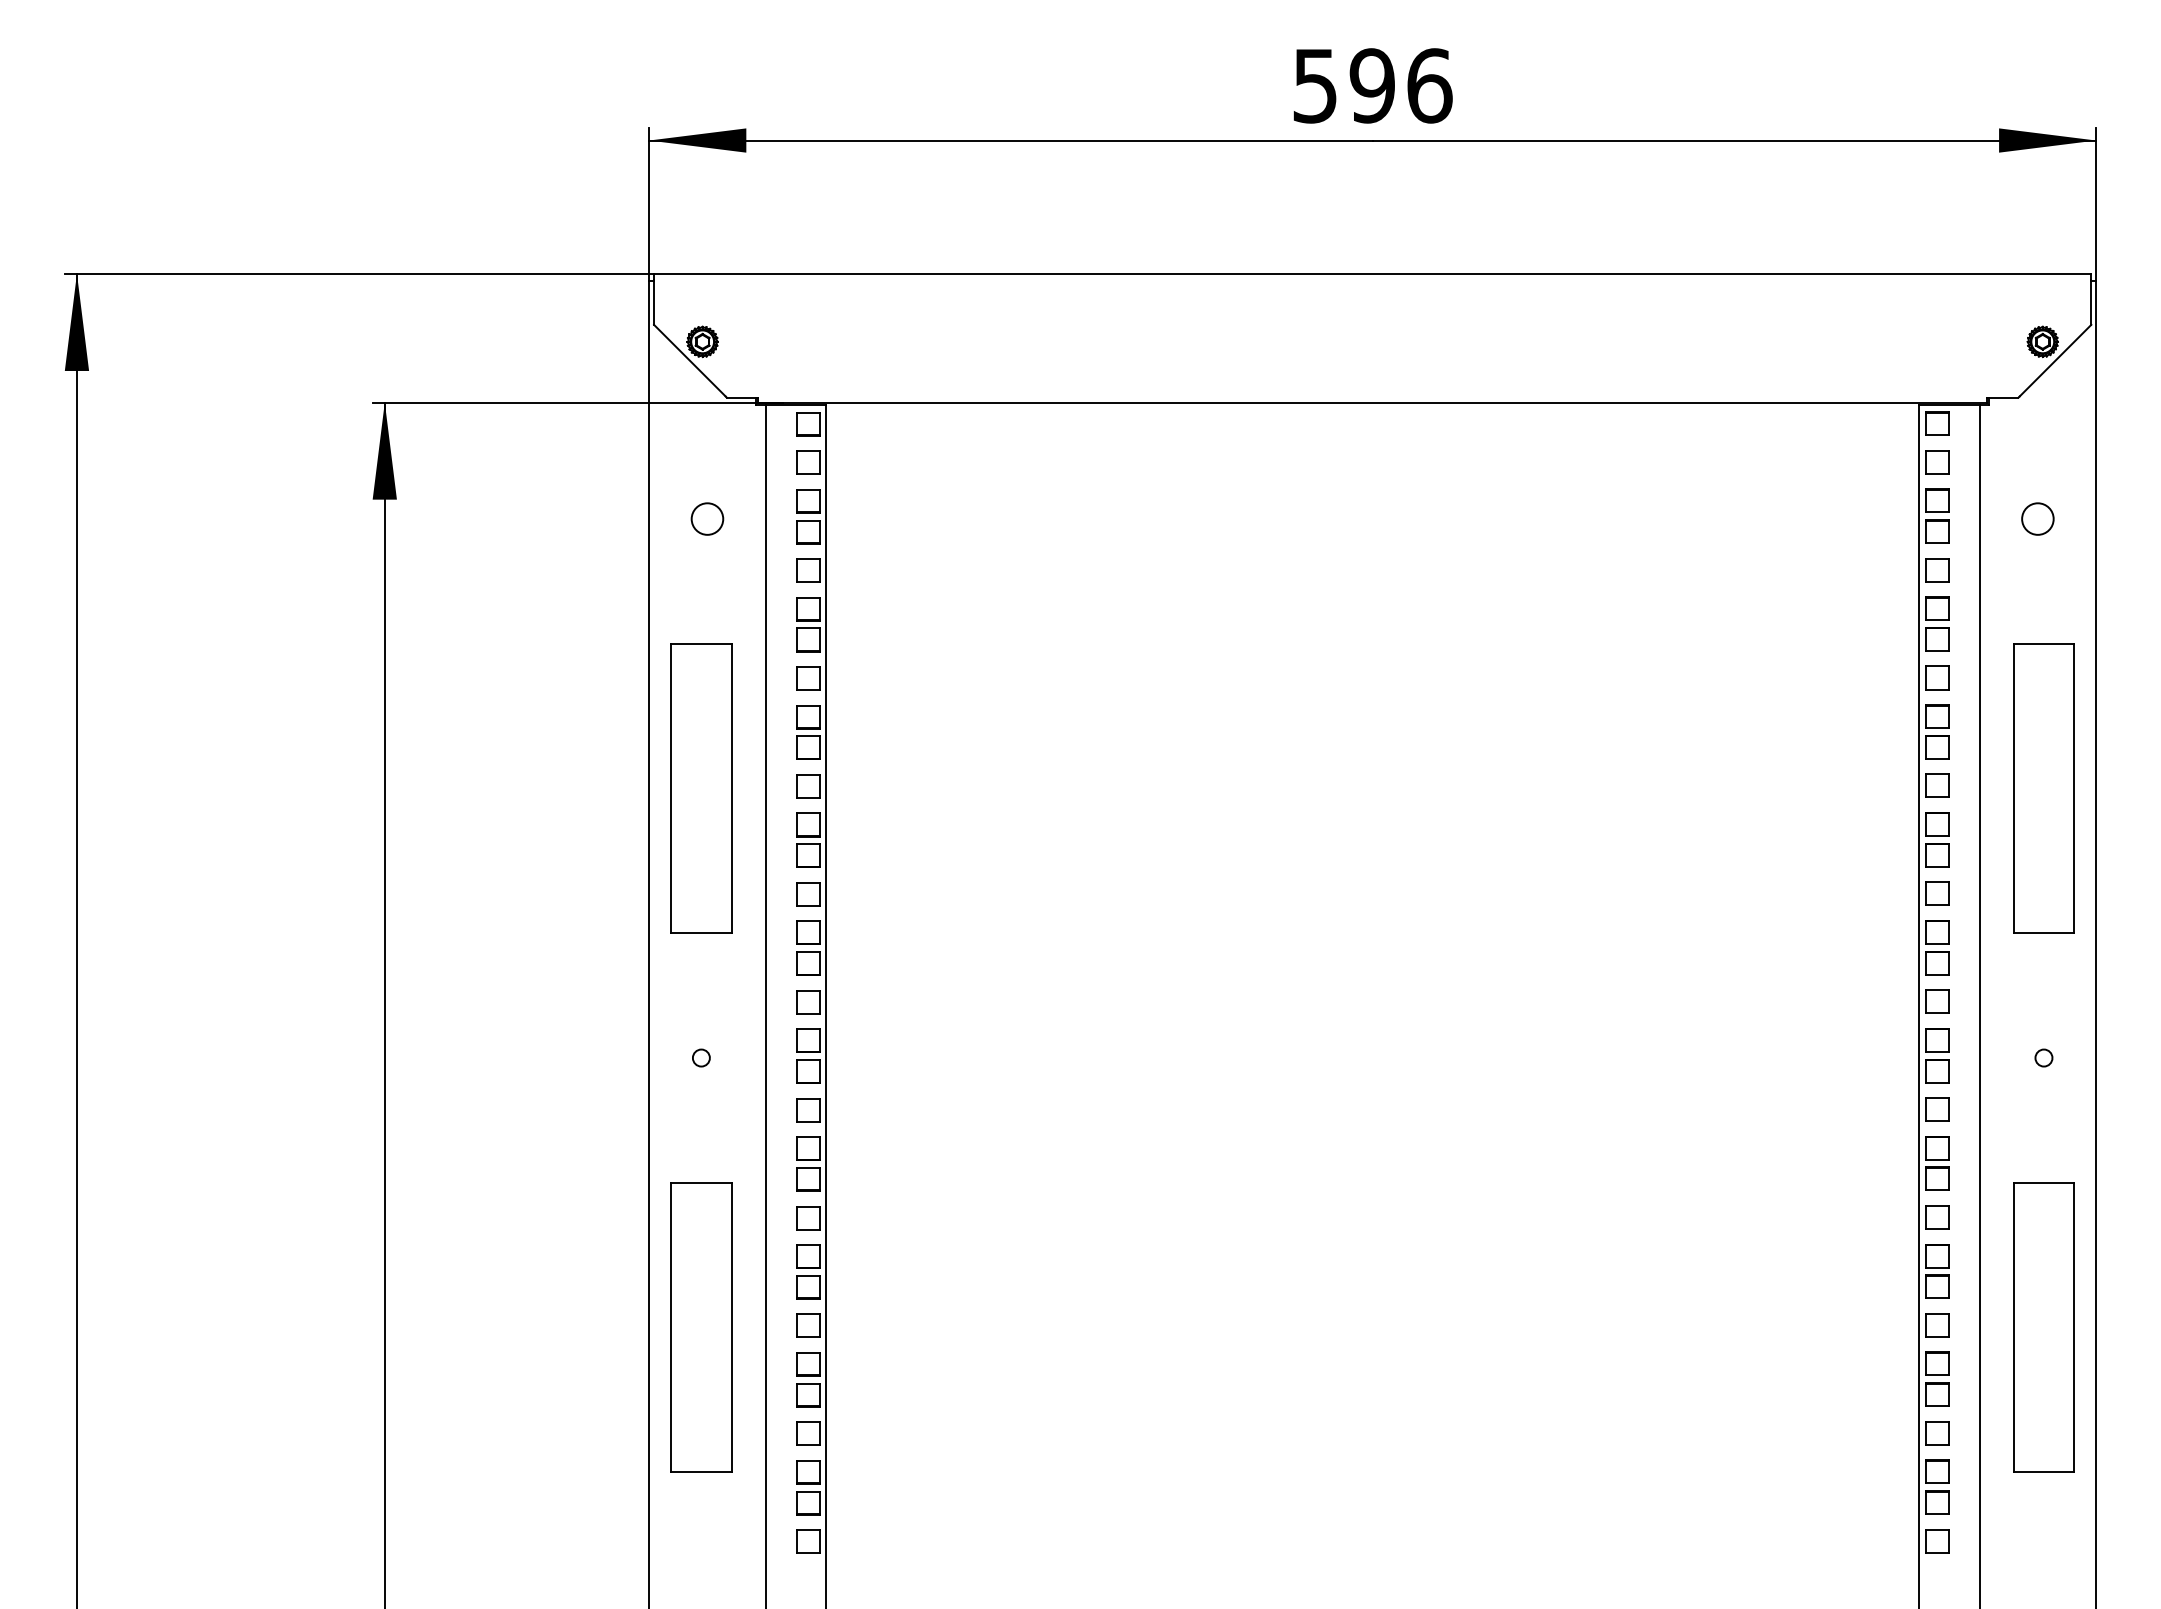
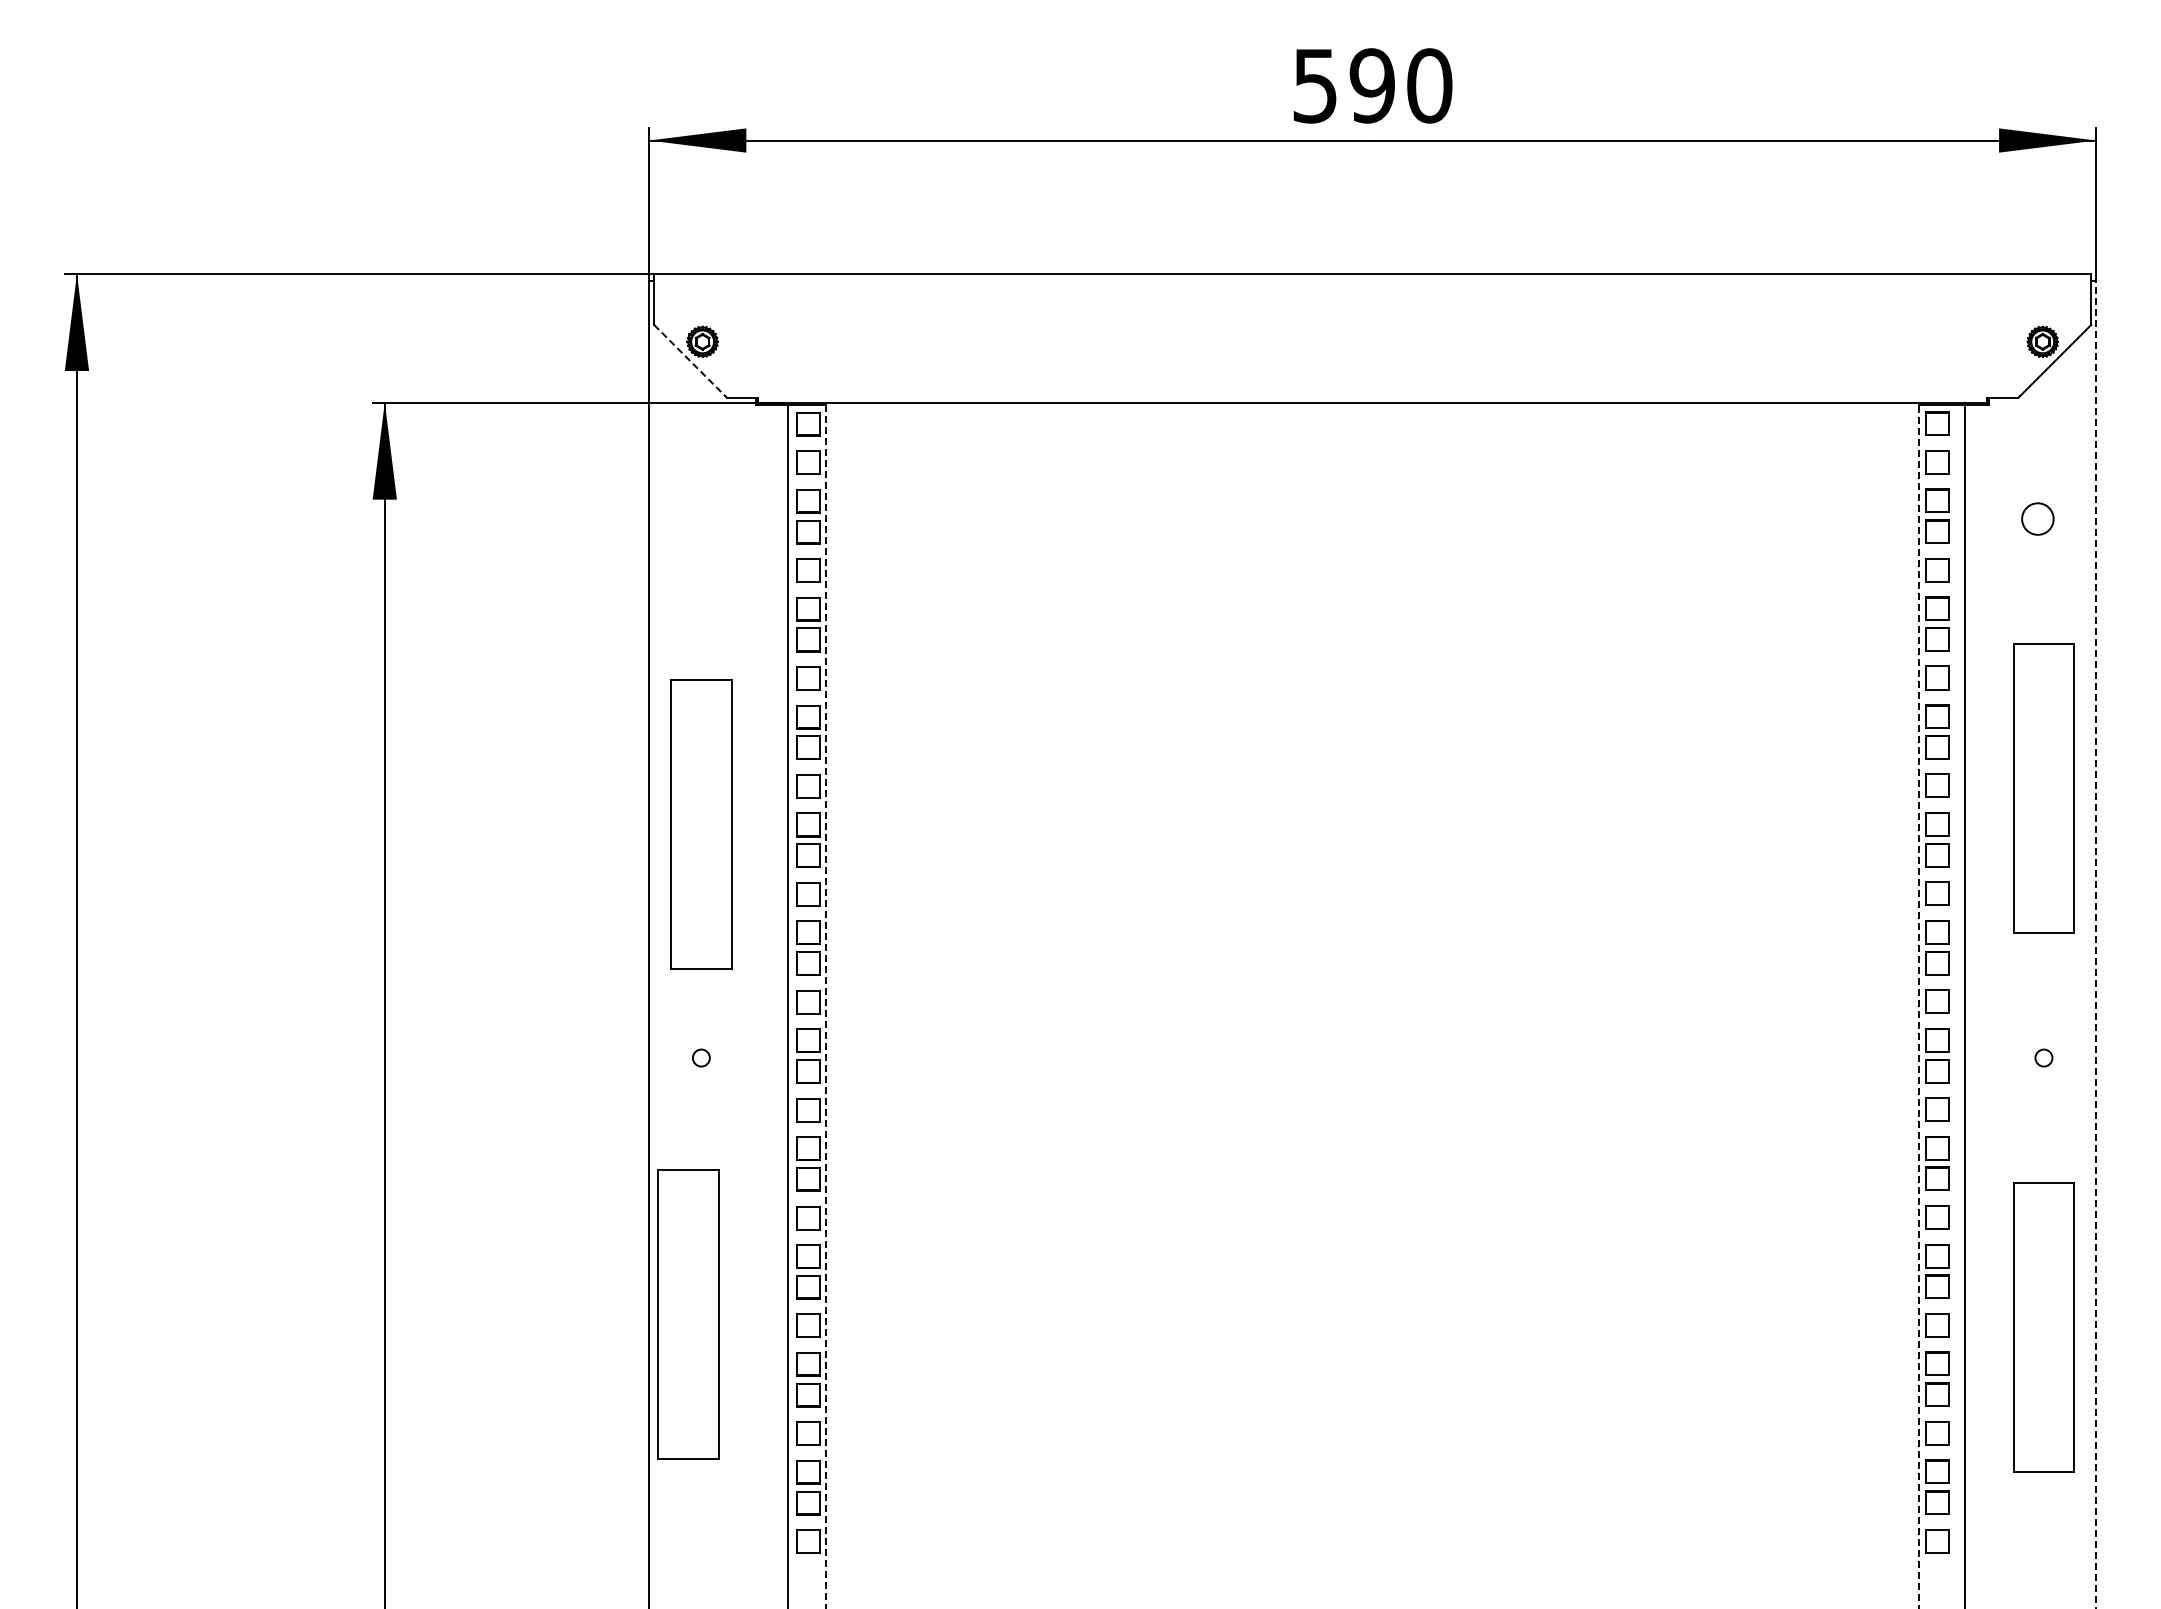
text at (1429, 85): 596 -> 590
line at (689, 360): solid -> dashed
circle at (707, 518): present -> none
part at (701, 788) position: (701, 788) -> (701, 824)
line at (2096, 944): solid -> dashed
line at (765, 1004) position: (765, 1004) -> (787, 1004)
line at (1979, 1004) position: (1979, 1004) -> (1964, 1004)
line at (826, 1006): solid -> dashed
line at (1918, 1006): solid -> dashed
part at (701, 1327) position: (701, 1327) -> (688, 1314)
